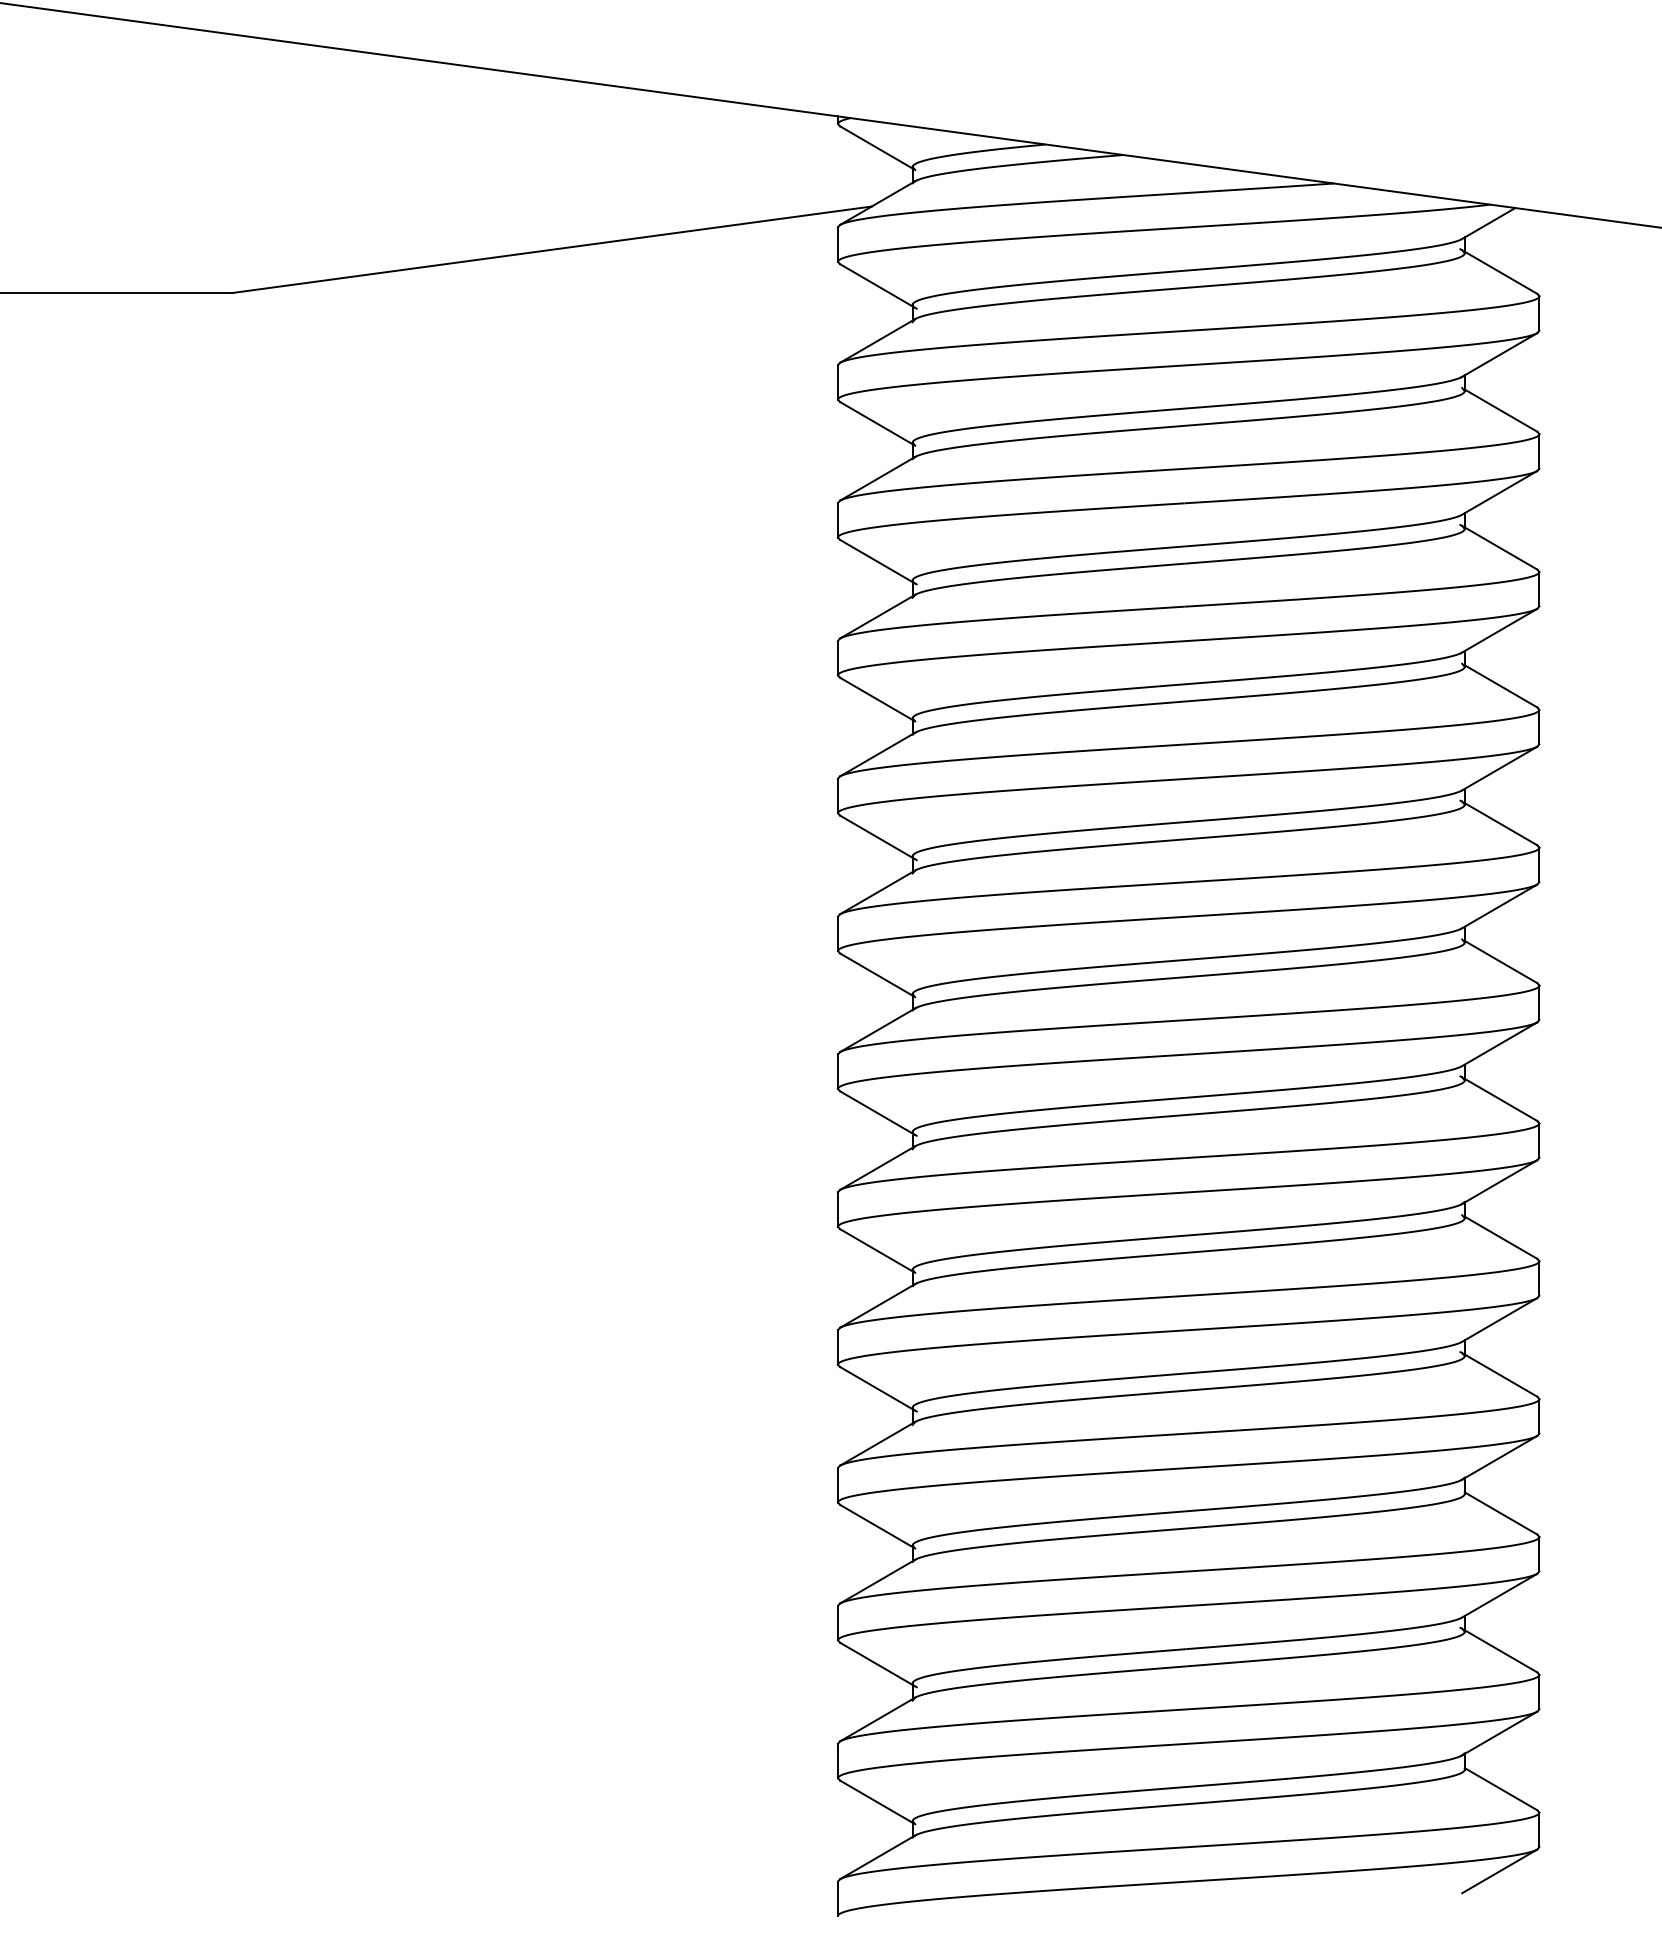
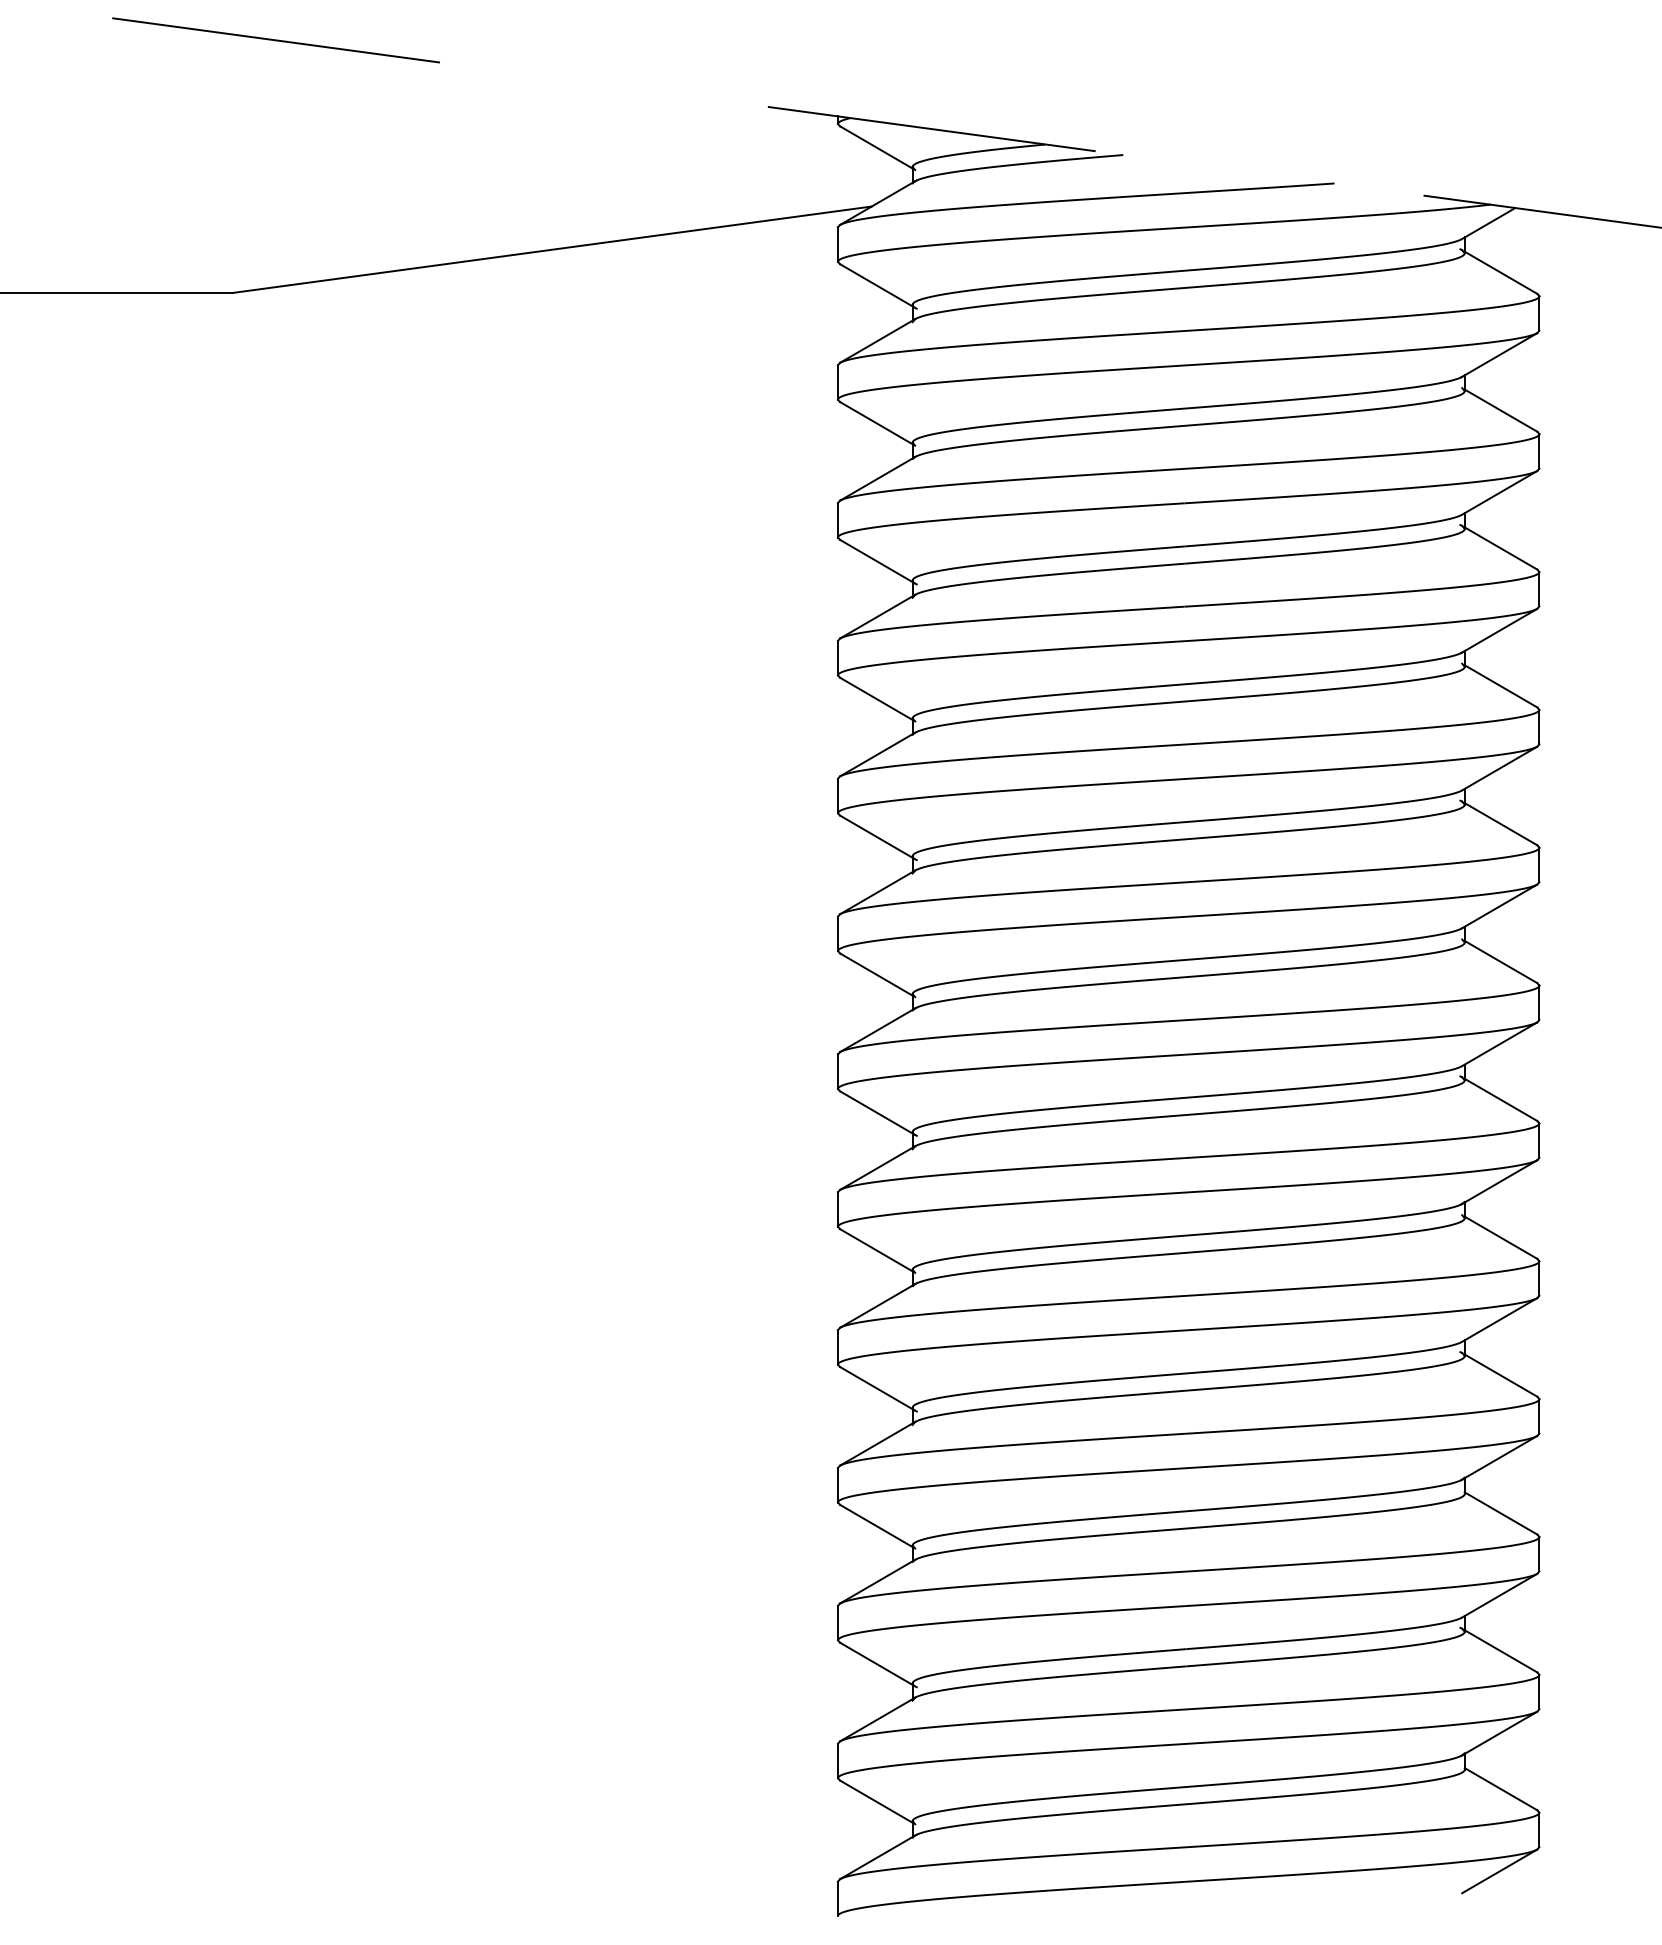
line at (831, 115): solid -> dashed
